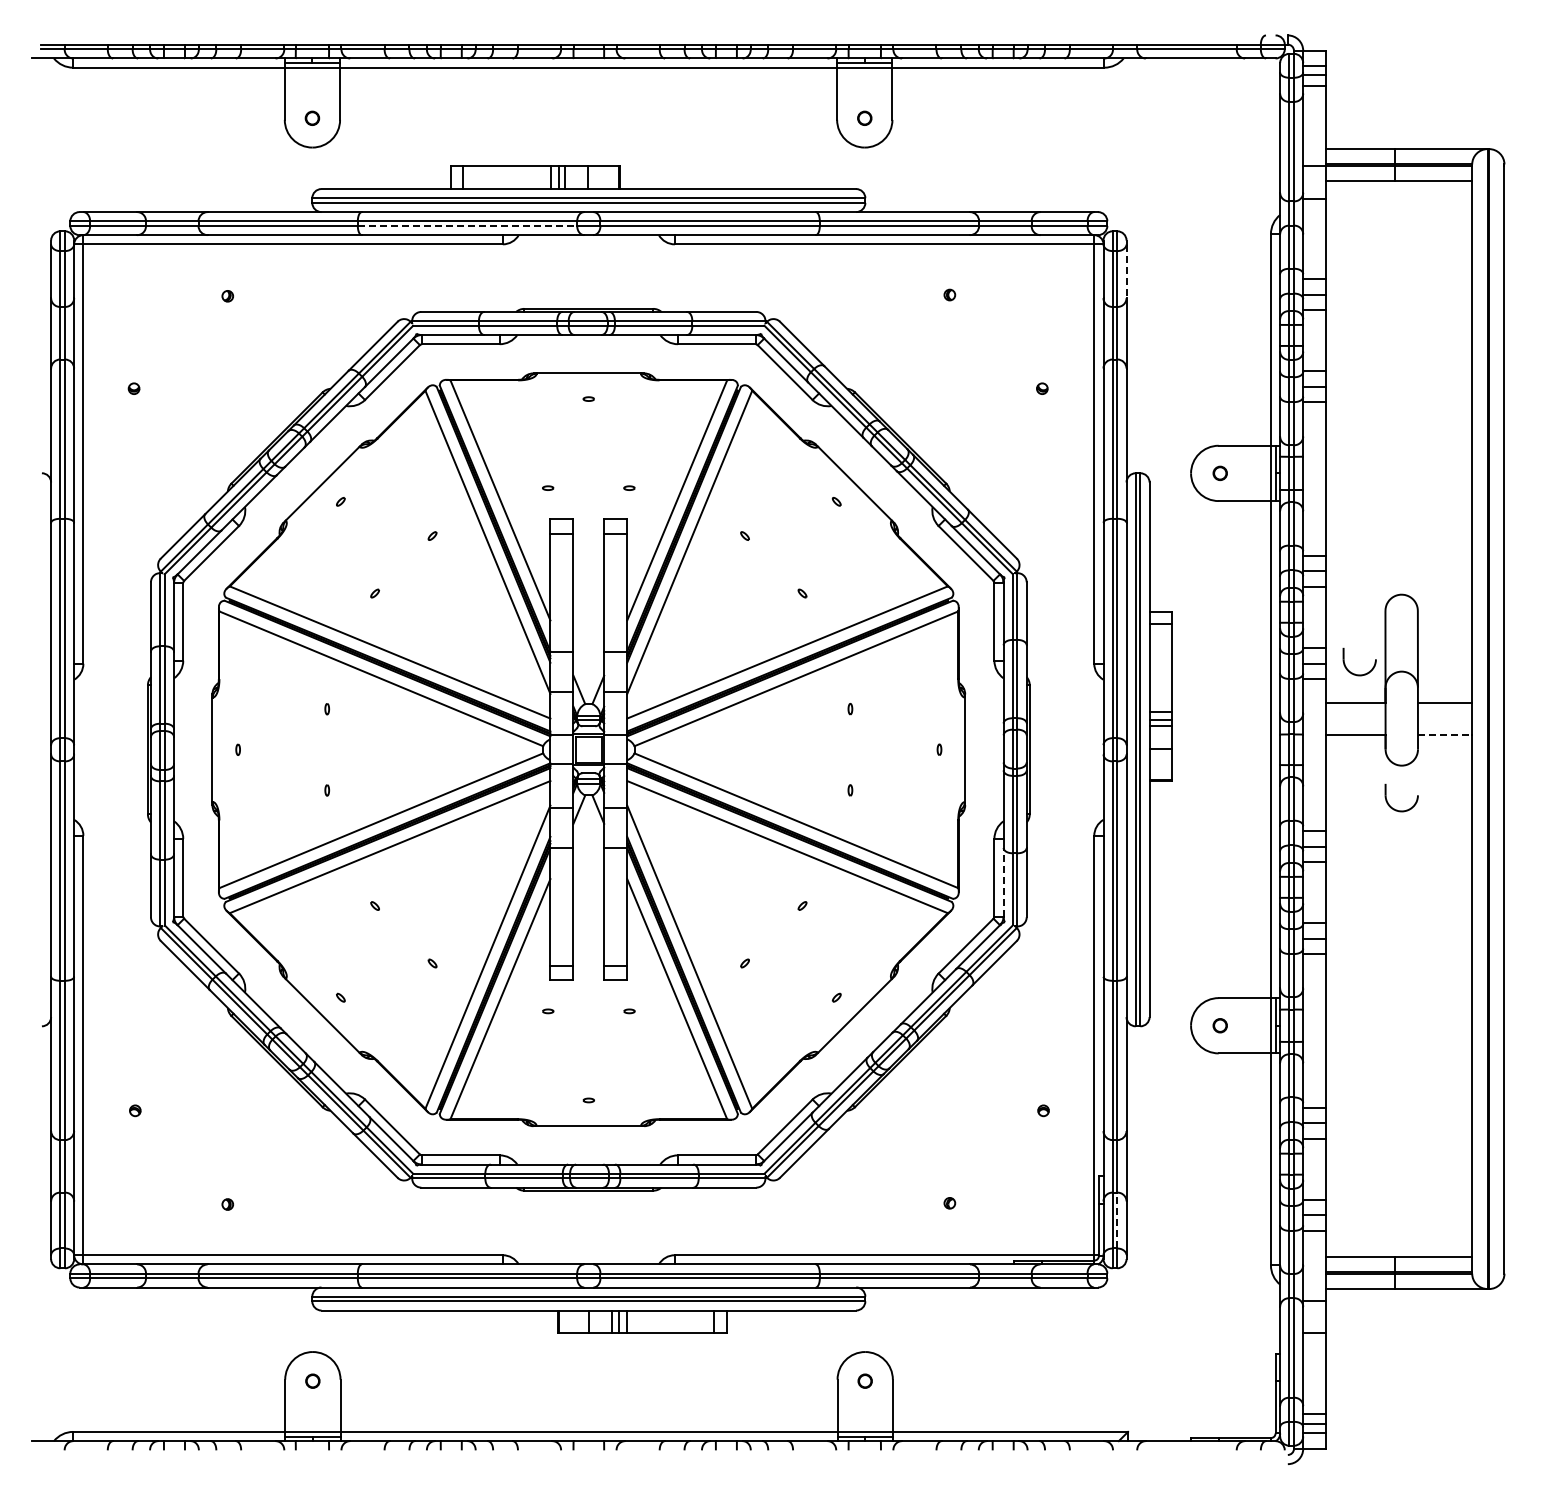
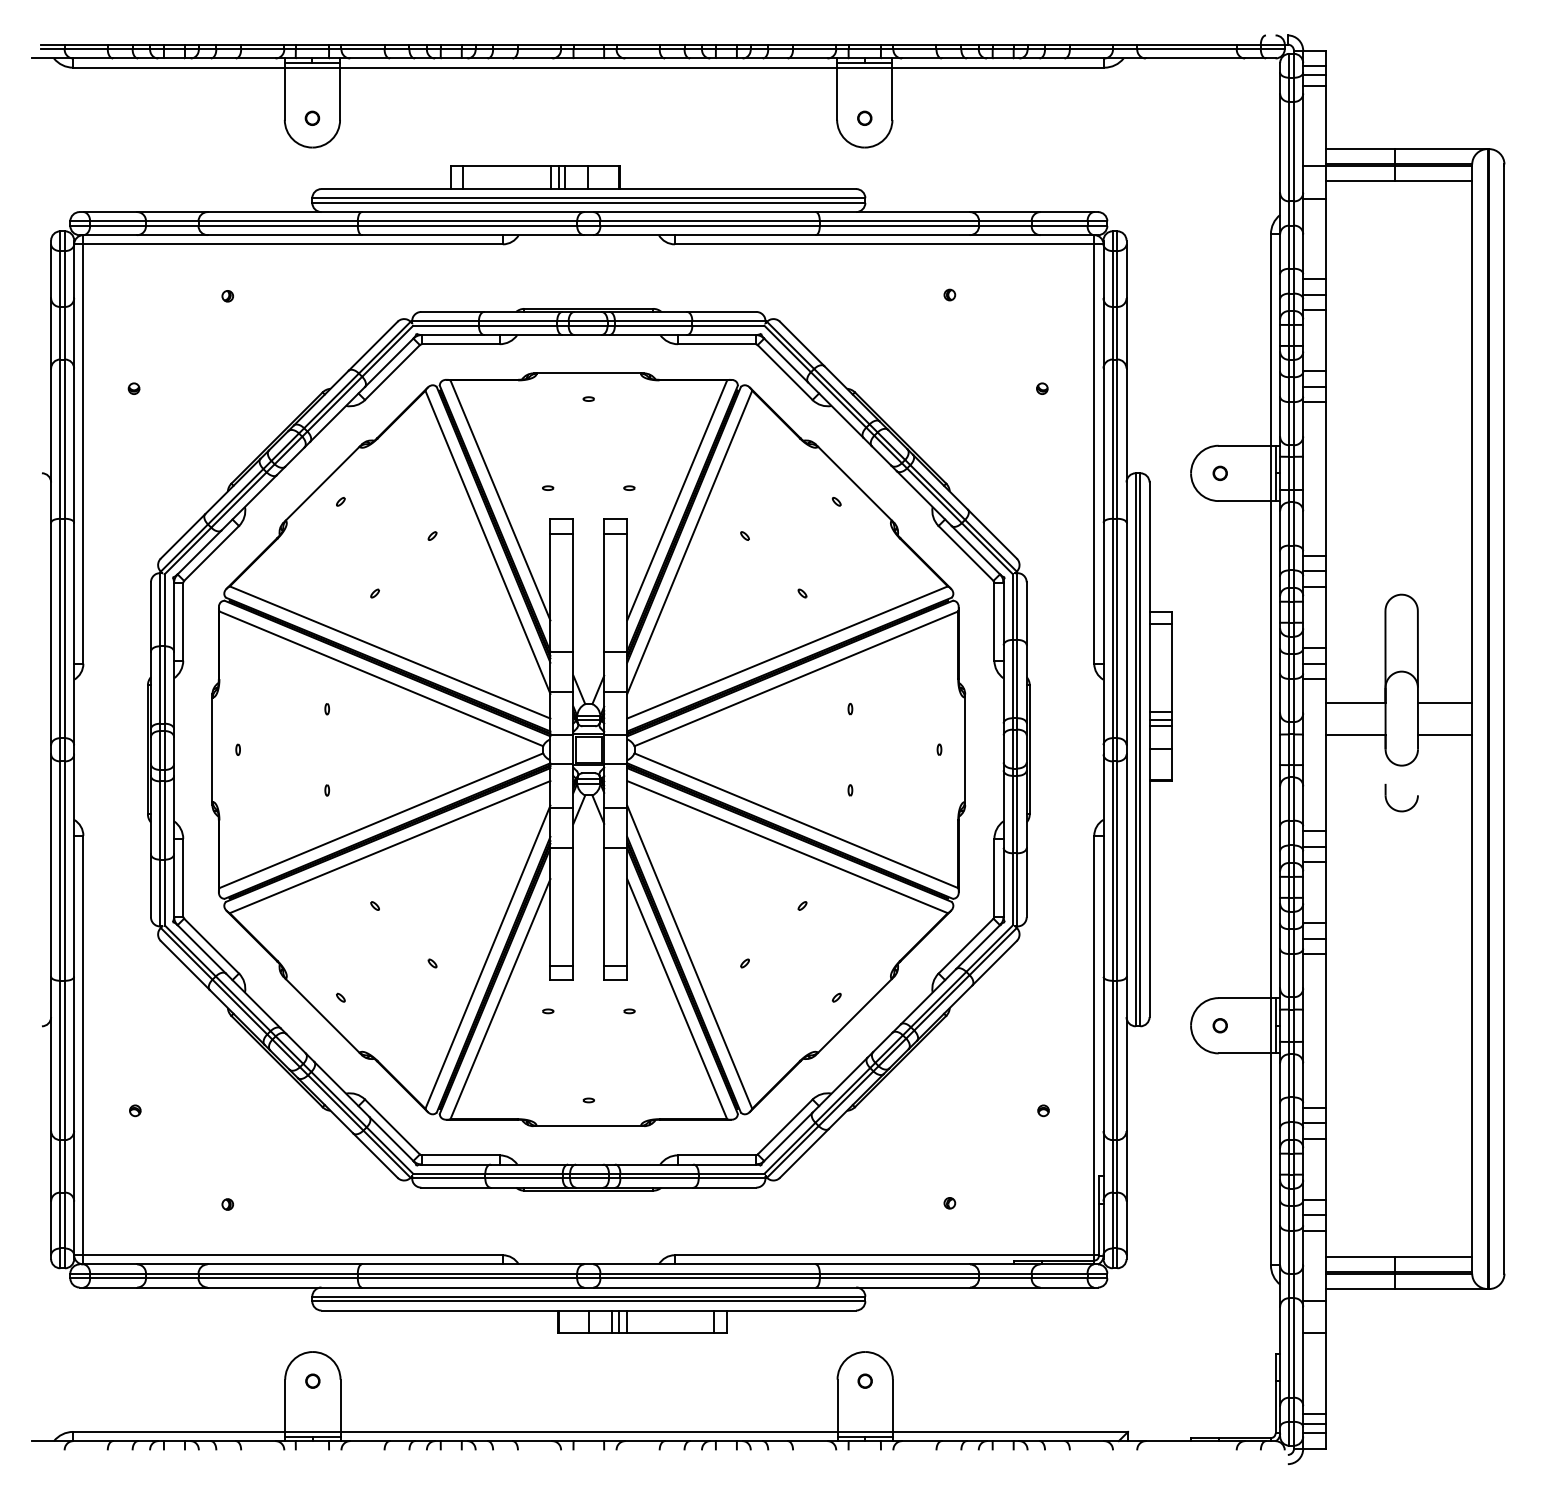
line at (467, 225): dashed -> solid
line at (1126, 271): dashed -> solid
part at (1355, 673): present -> none
line at (1445, 735): dashed -> solid
line at (1003, 882): dashed -> solid
line at (1117, 1220): dashed -> solid
